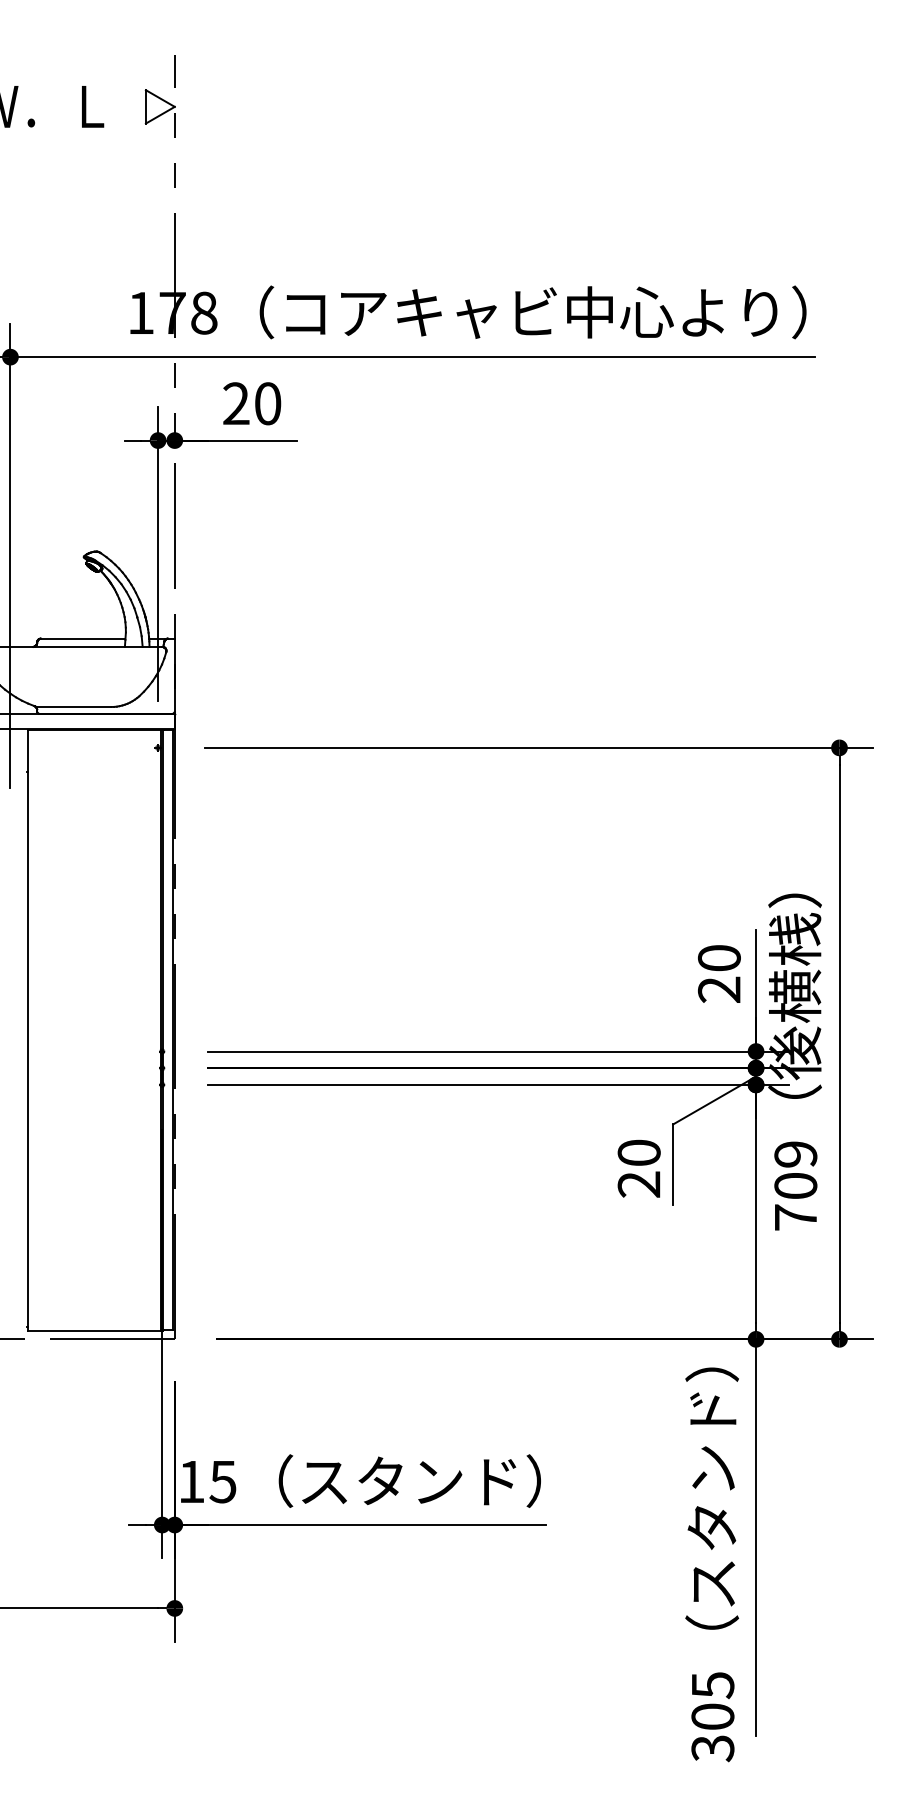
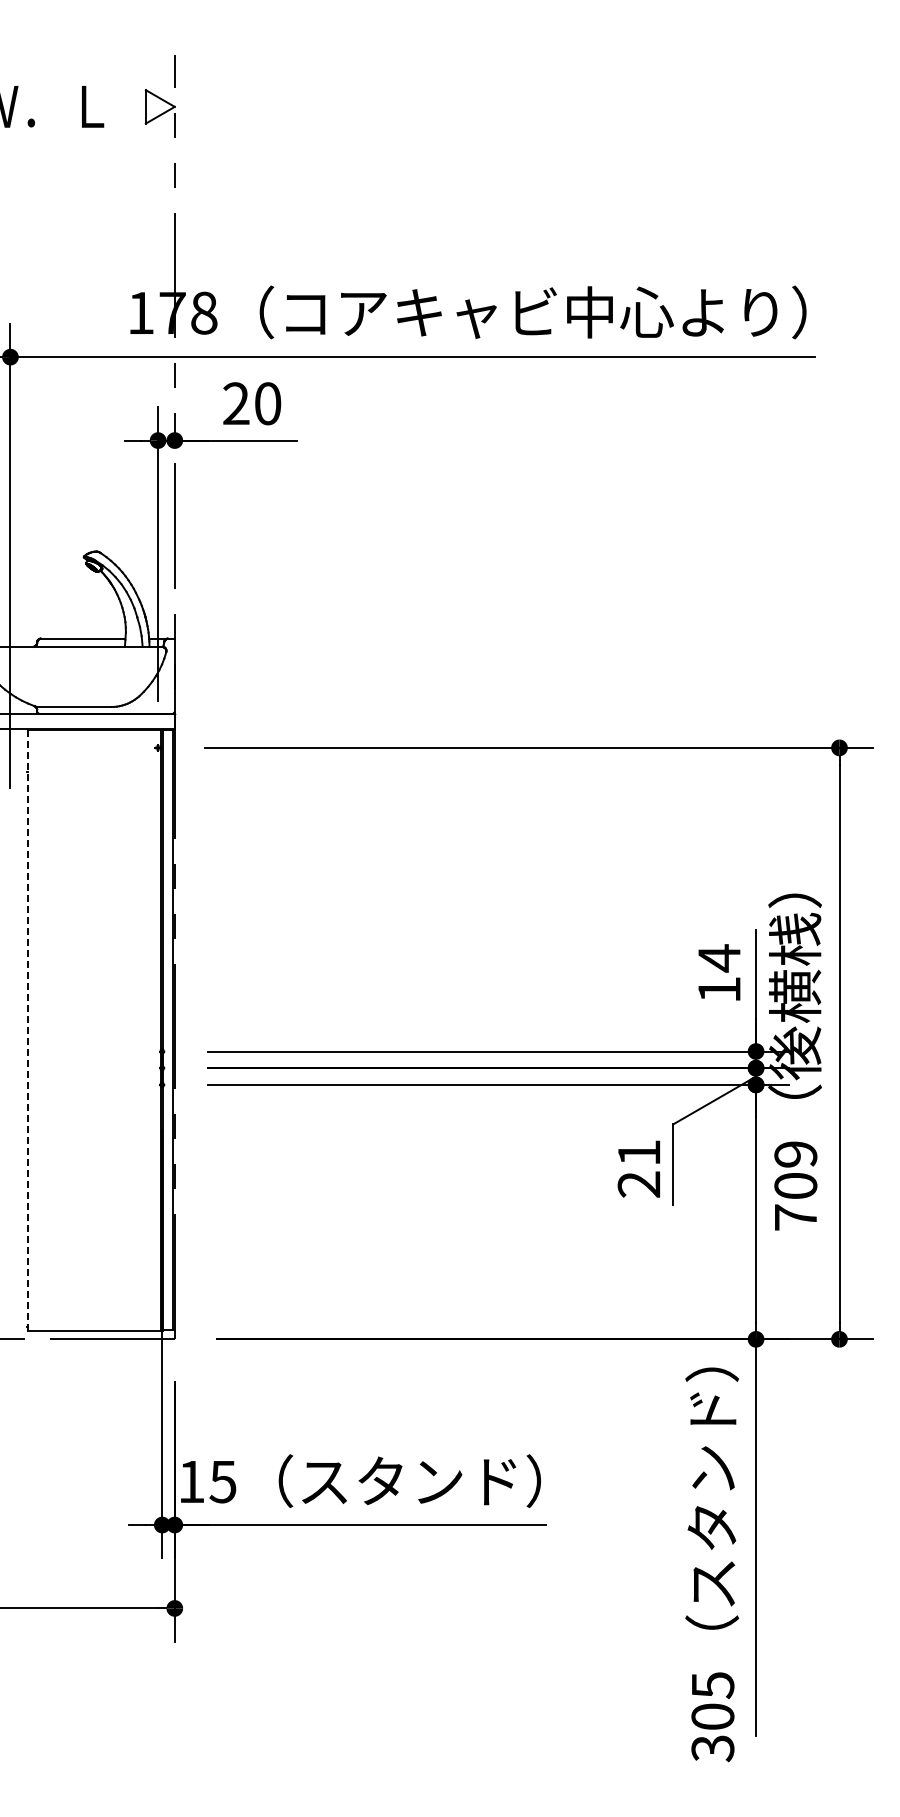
text at (718, 973): 20 -> 14
line at (27, 1030): solid -> dashed
text at (638, 1152): 20 -> 21
